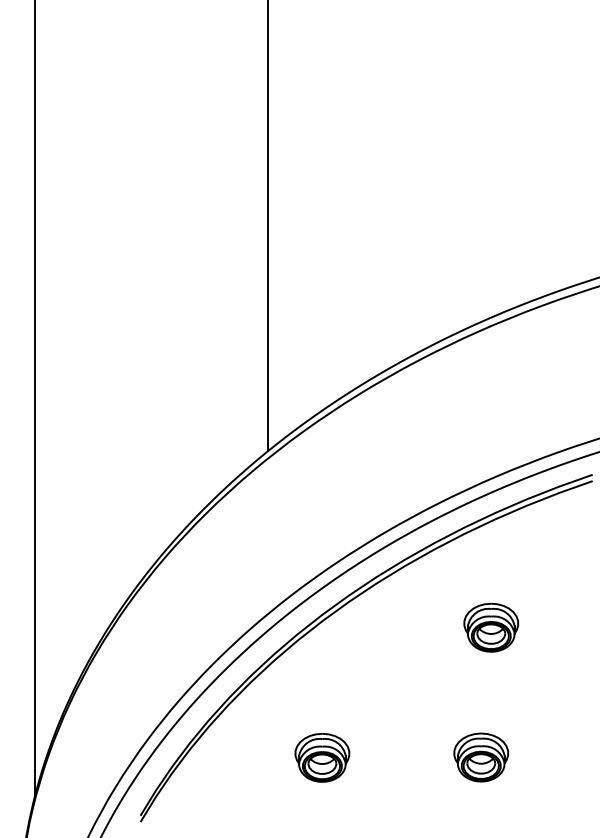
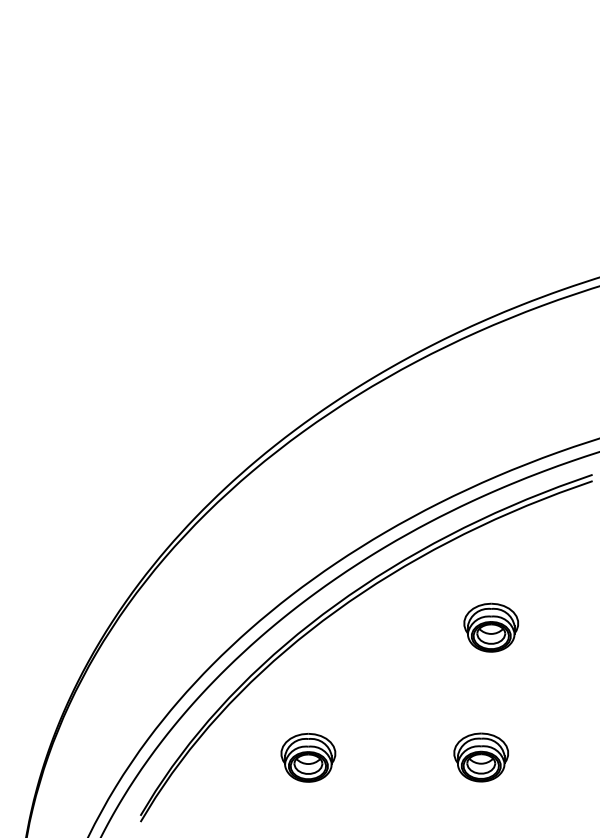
line at (268, 226): present -> none
line at (34, 399): present -> none
part at (322, 757) position: (322, 757) -> (308, 757)
